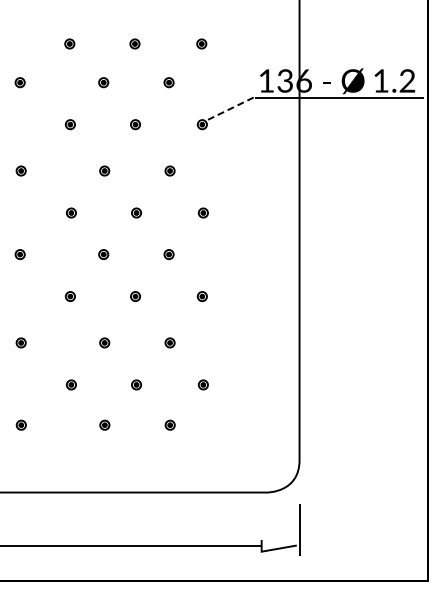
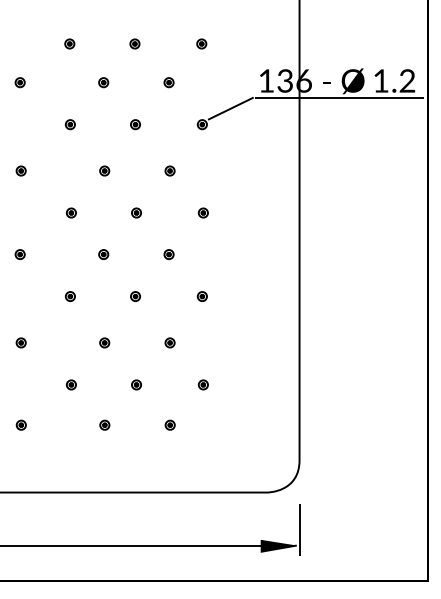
line at (230, 108): dashed -> solid
fill at (278, 545): none -> present
